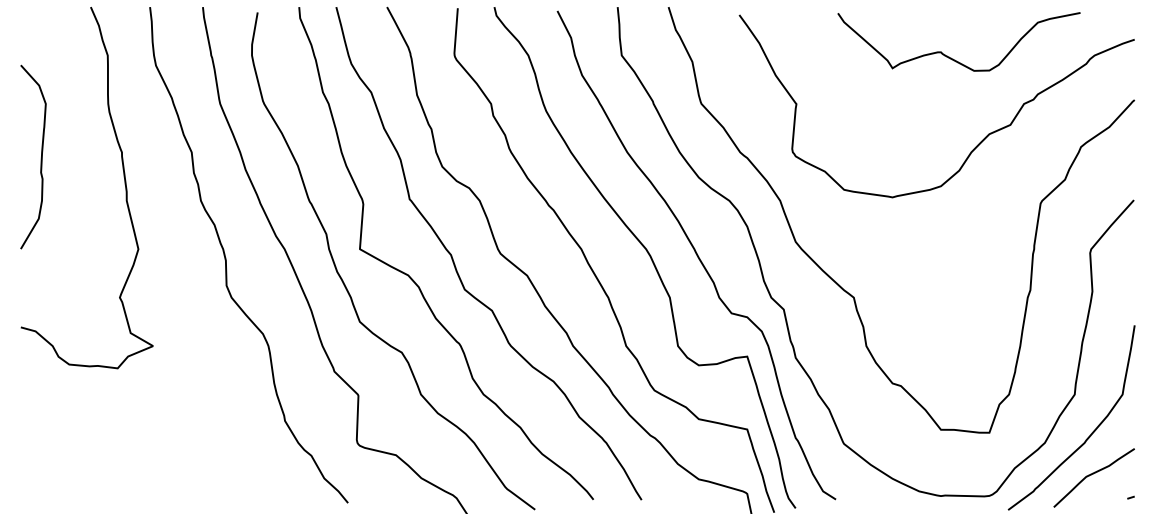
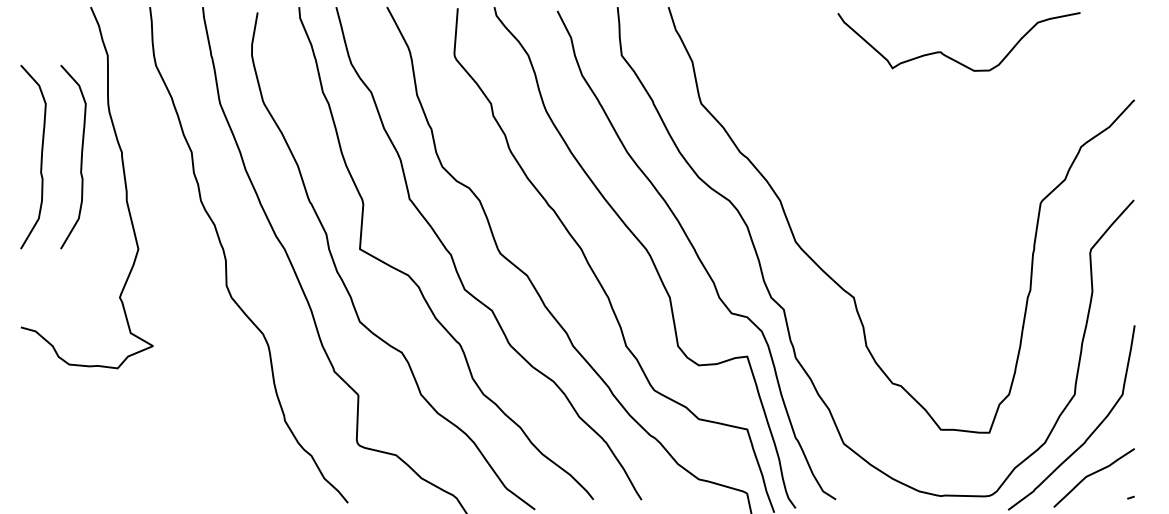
curve at (976, 145): present -> none
curve at (80, 158): none -> present
